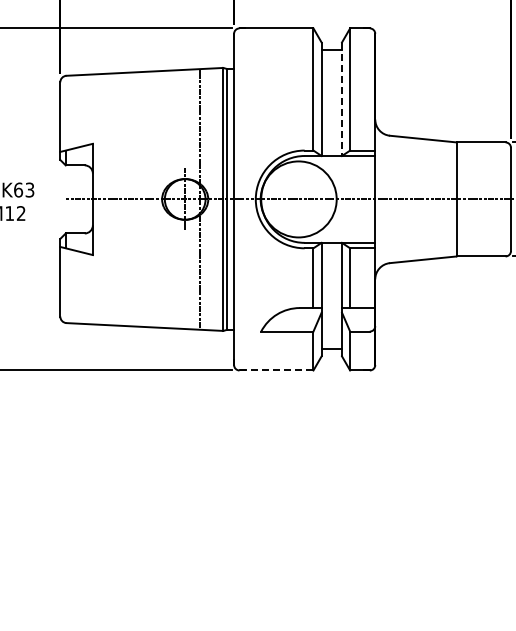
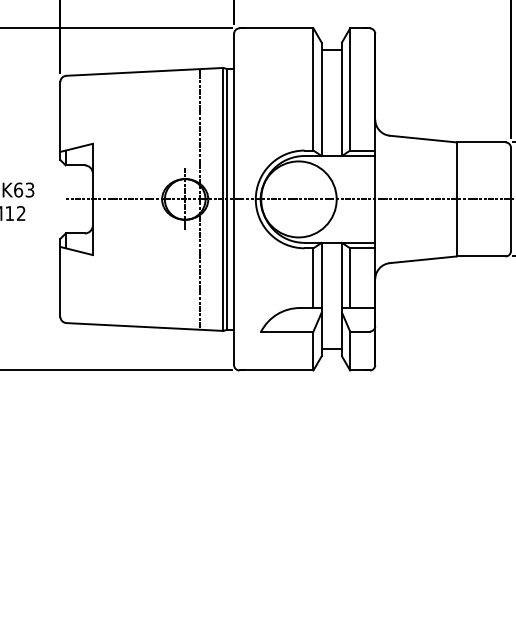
line at (342, 99): dashed -> solid
line at (276, 370): dashed -> solid
